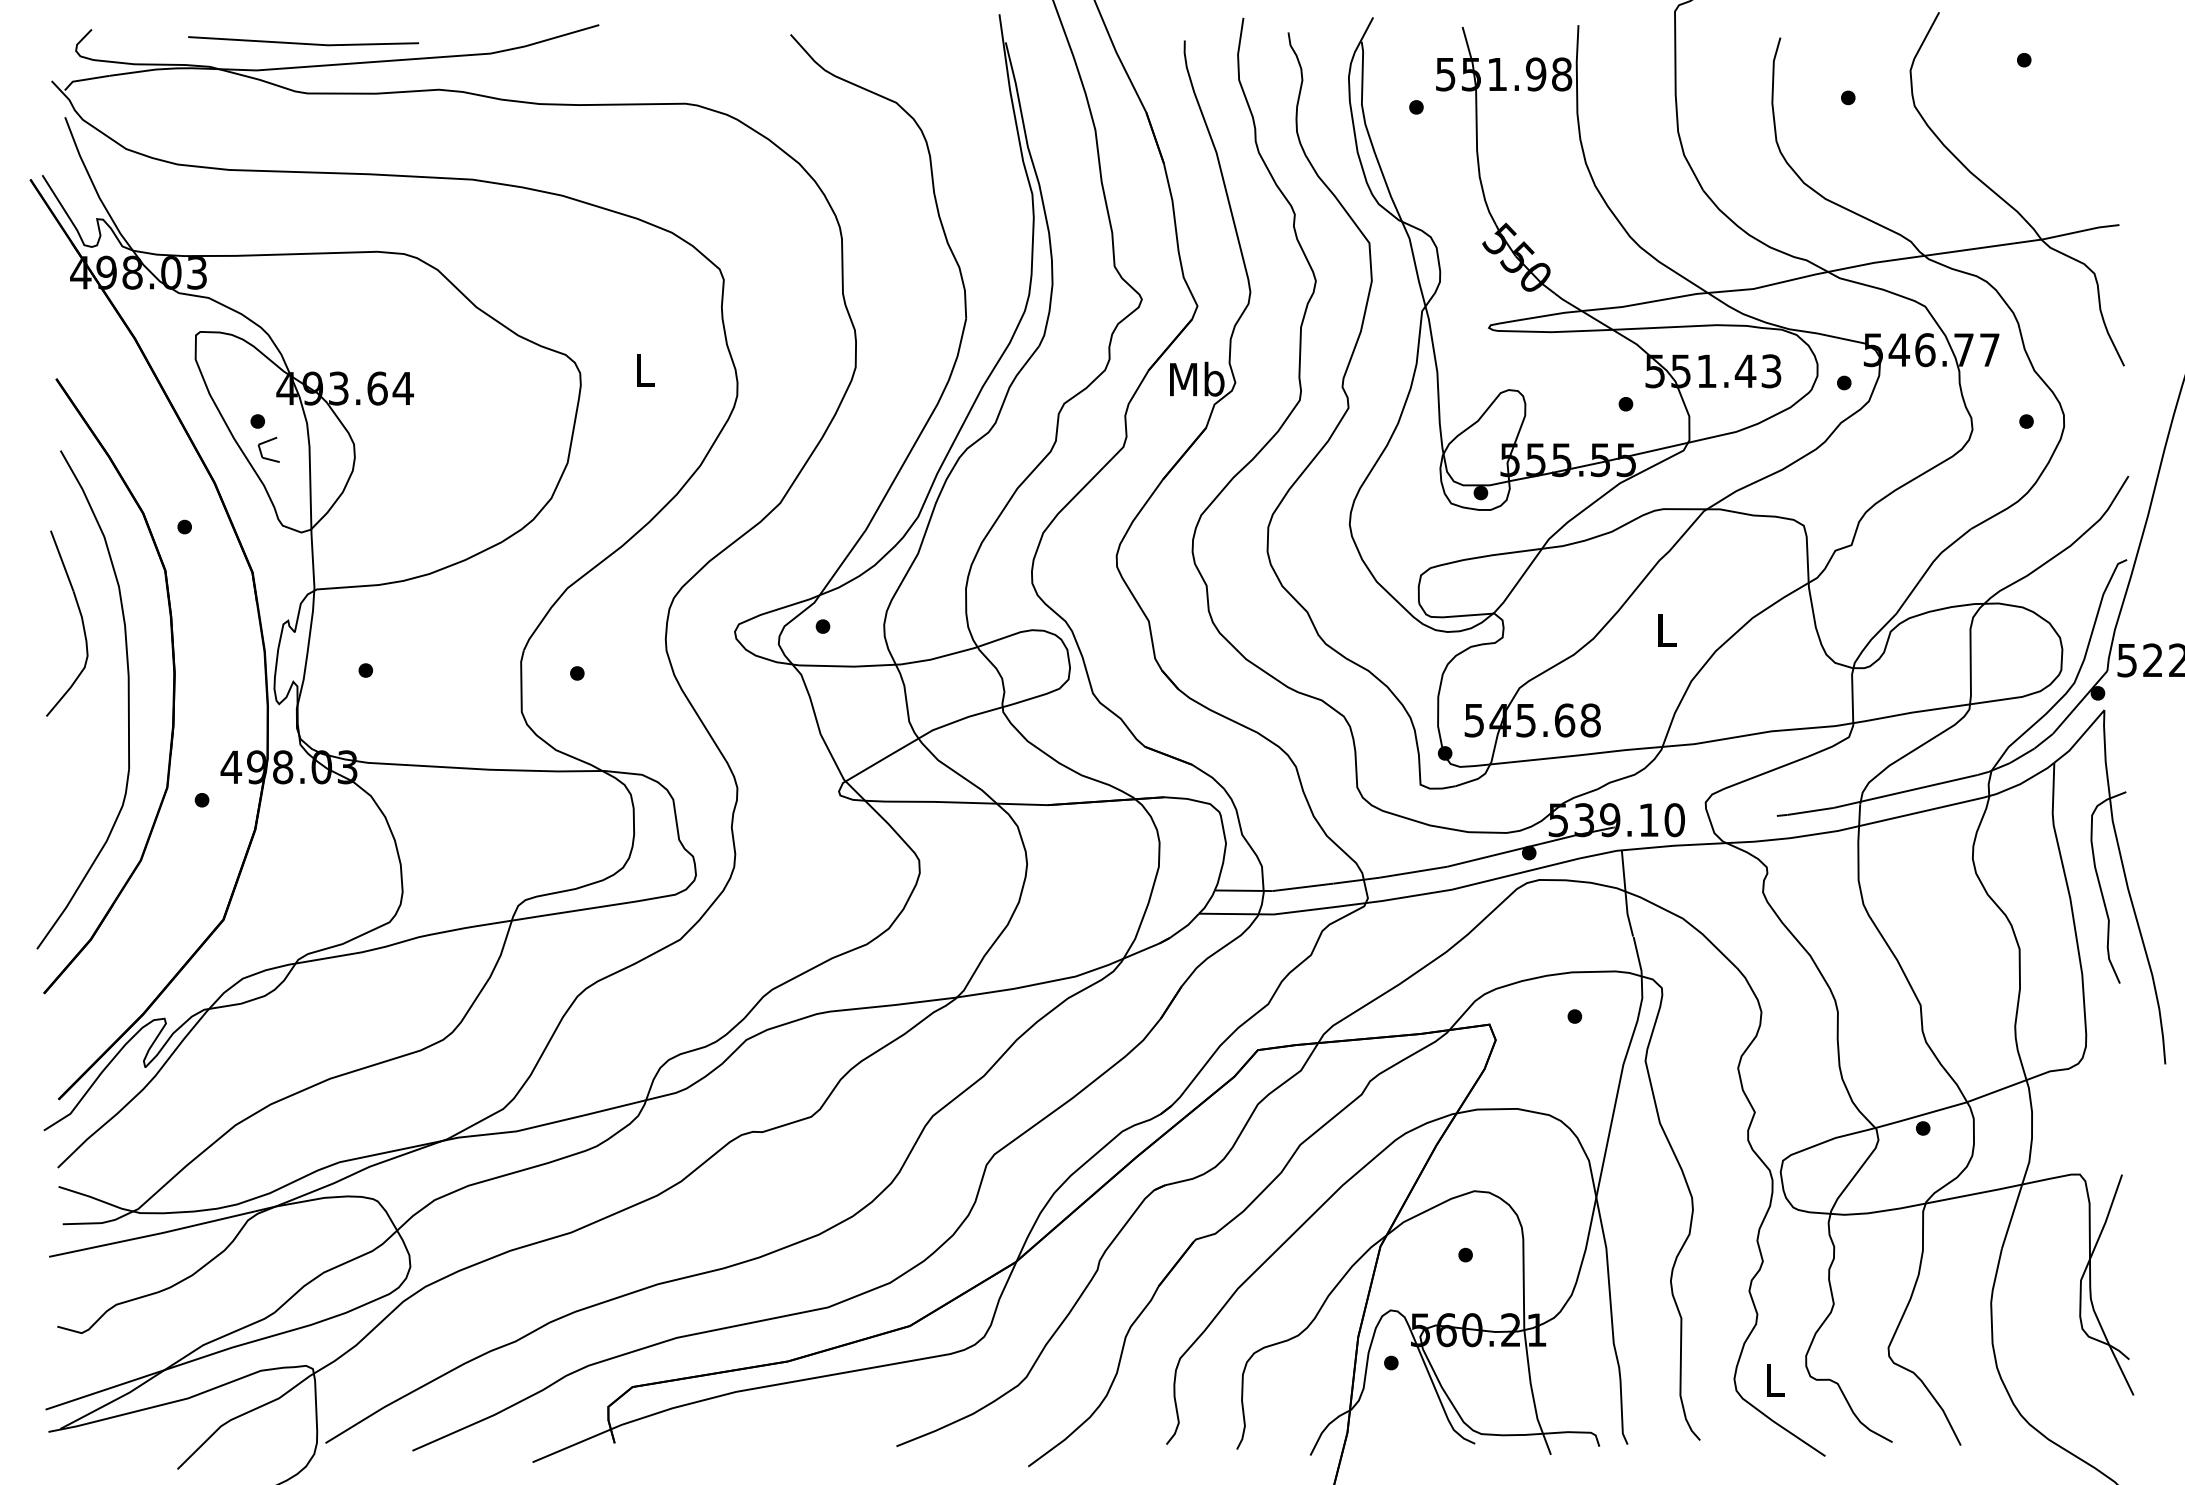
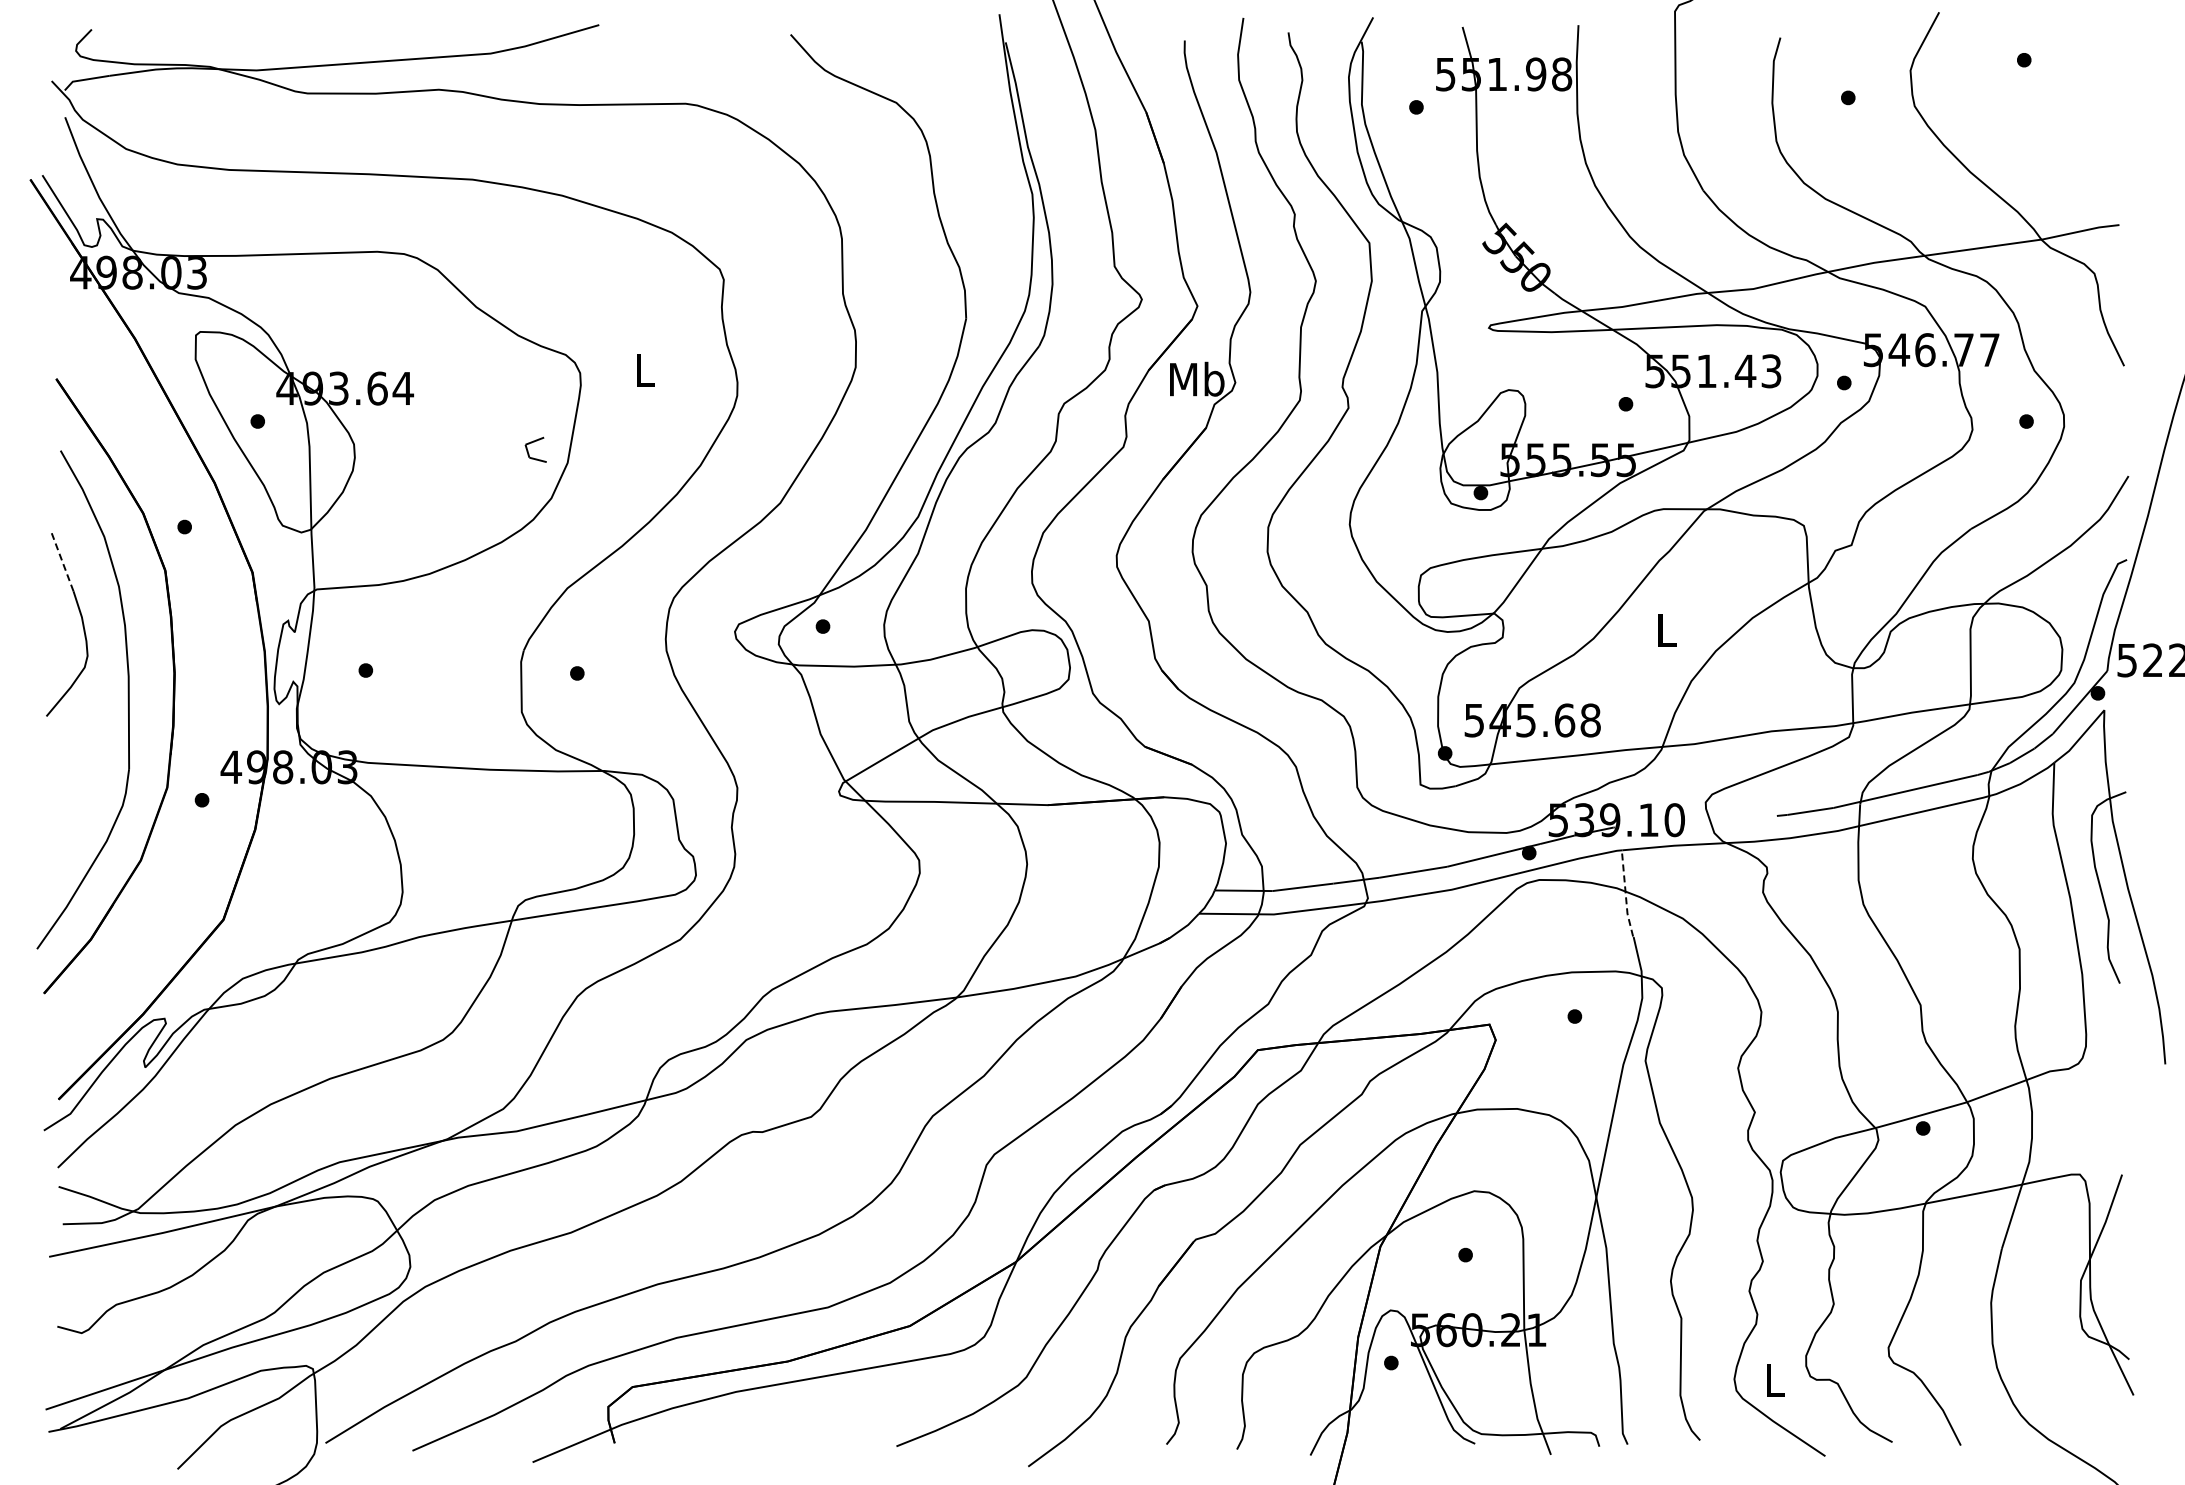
line at (302, 42): present -> none
line at (267, 442) position: (267, 442) -> (534, 442)
line at (62, 560): solid -> dashed
line at (1625, 894): solid -> dashed
